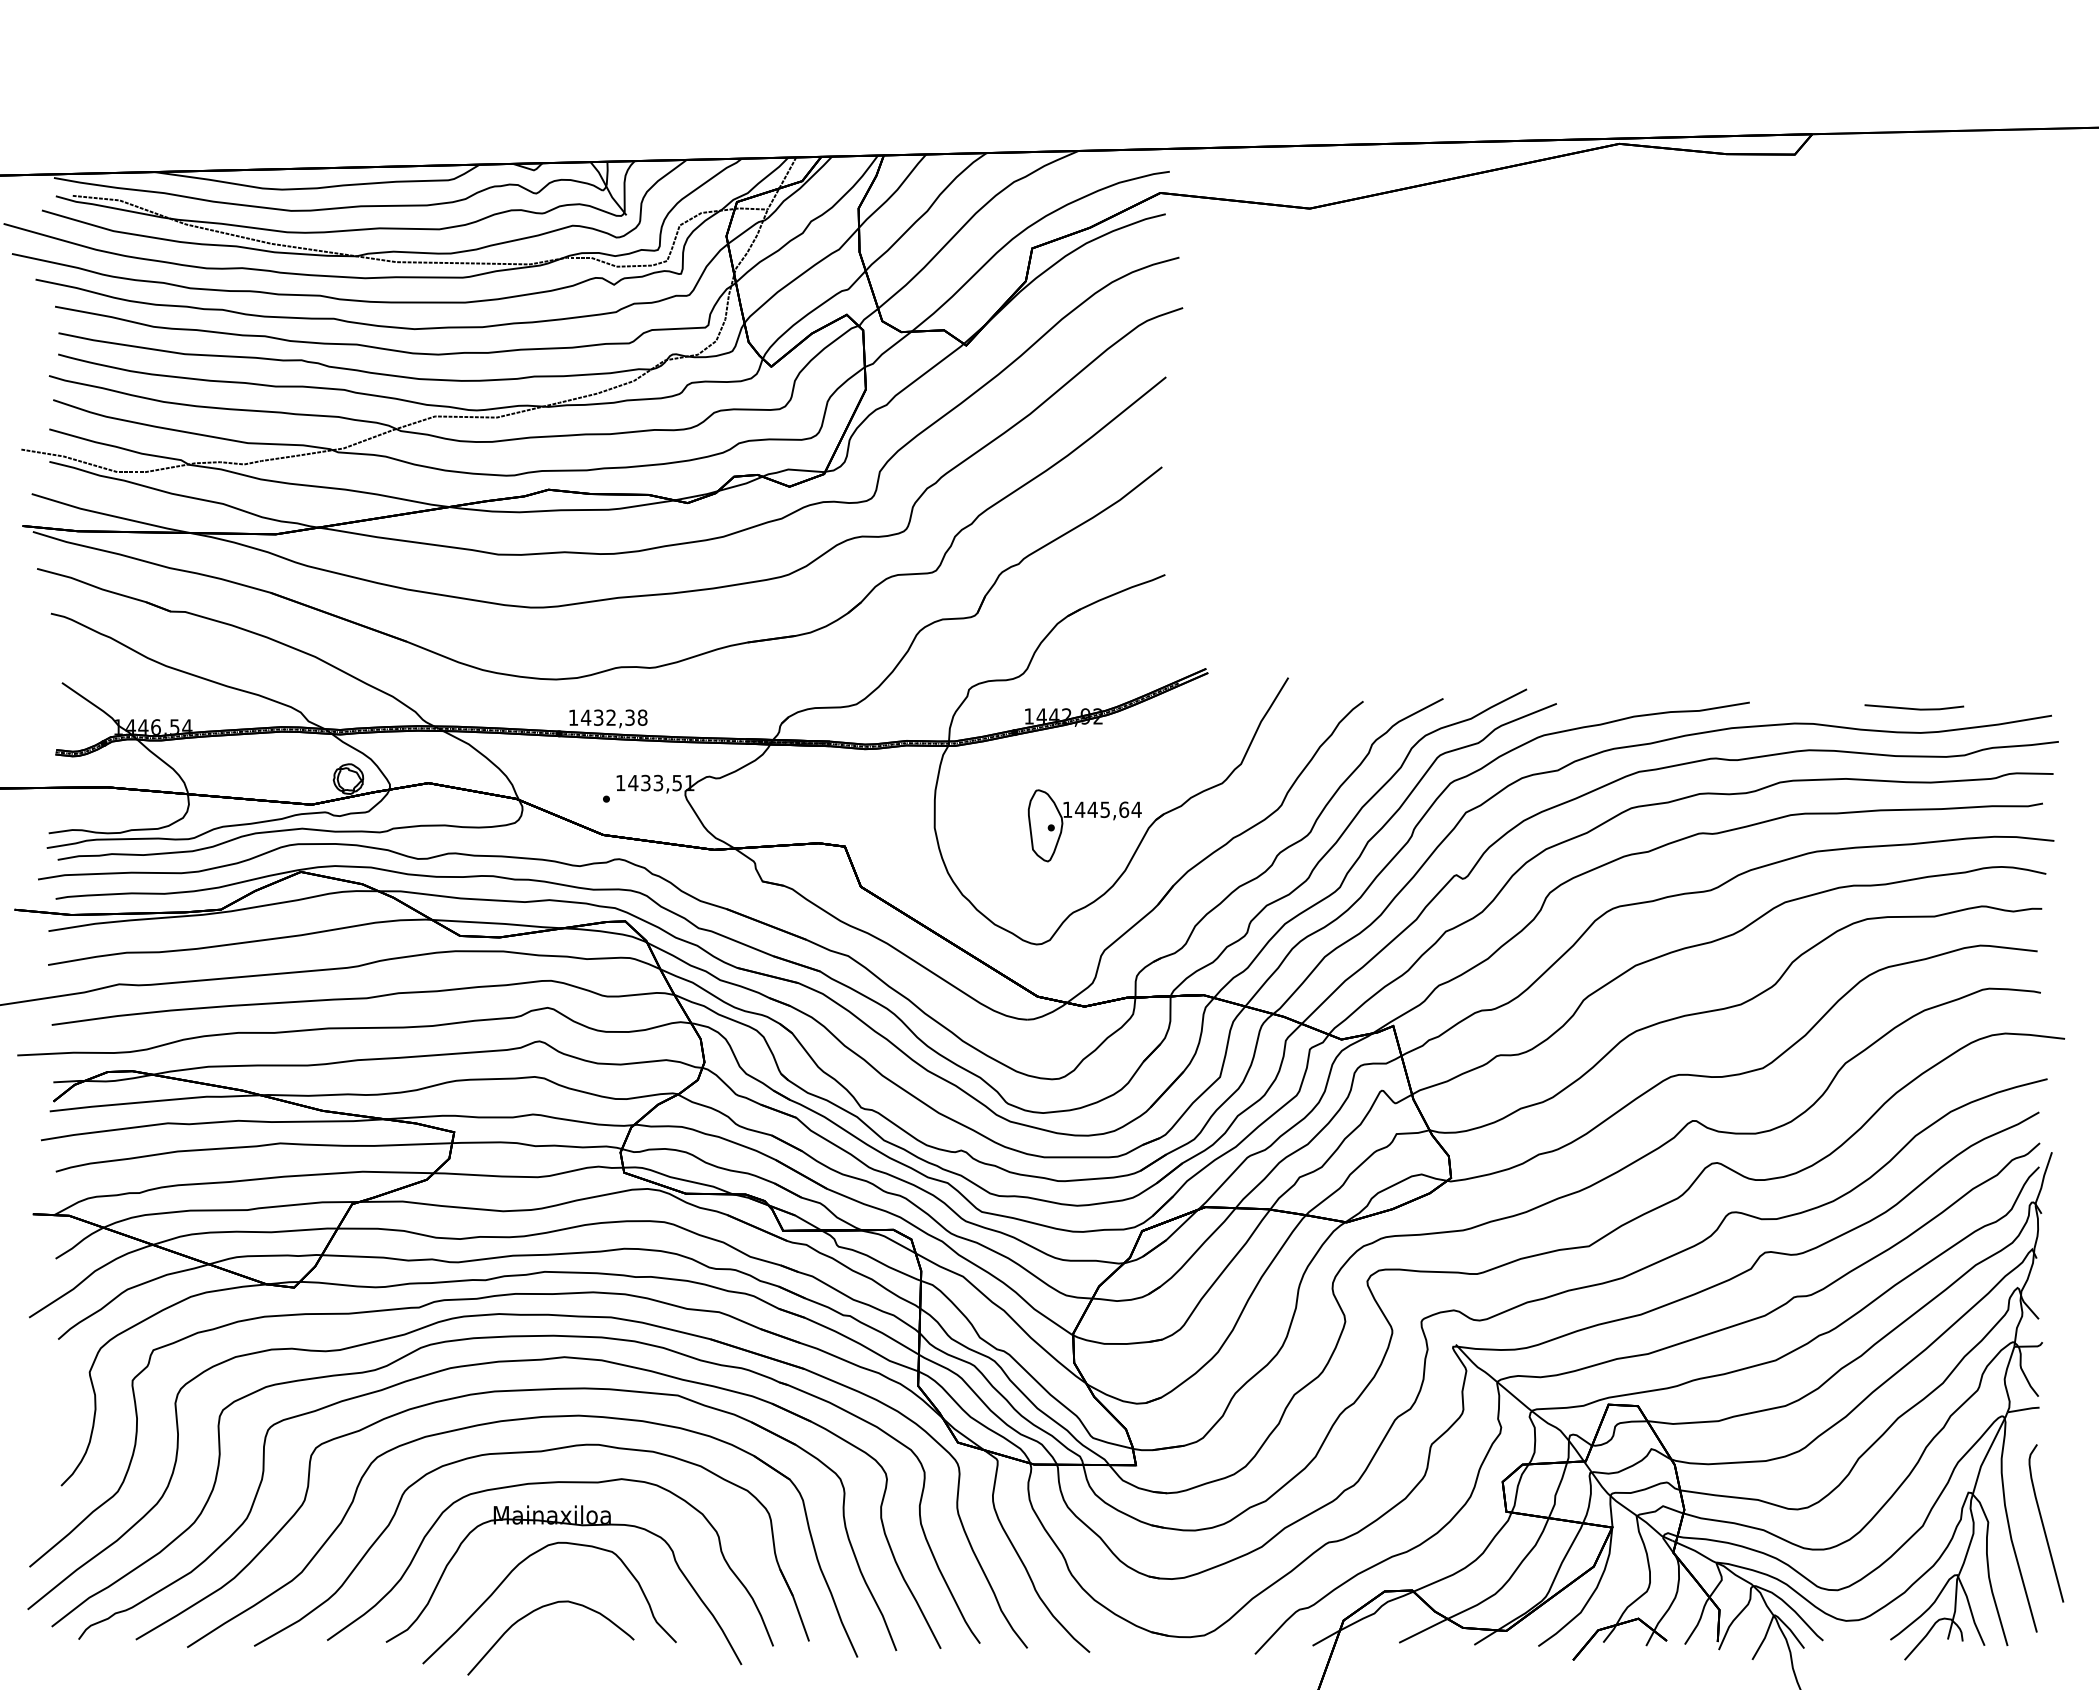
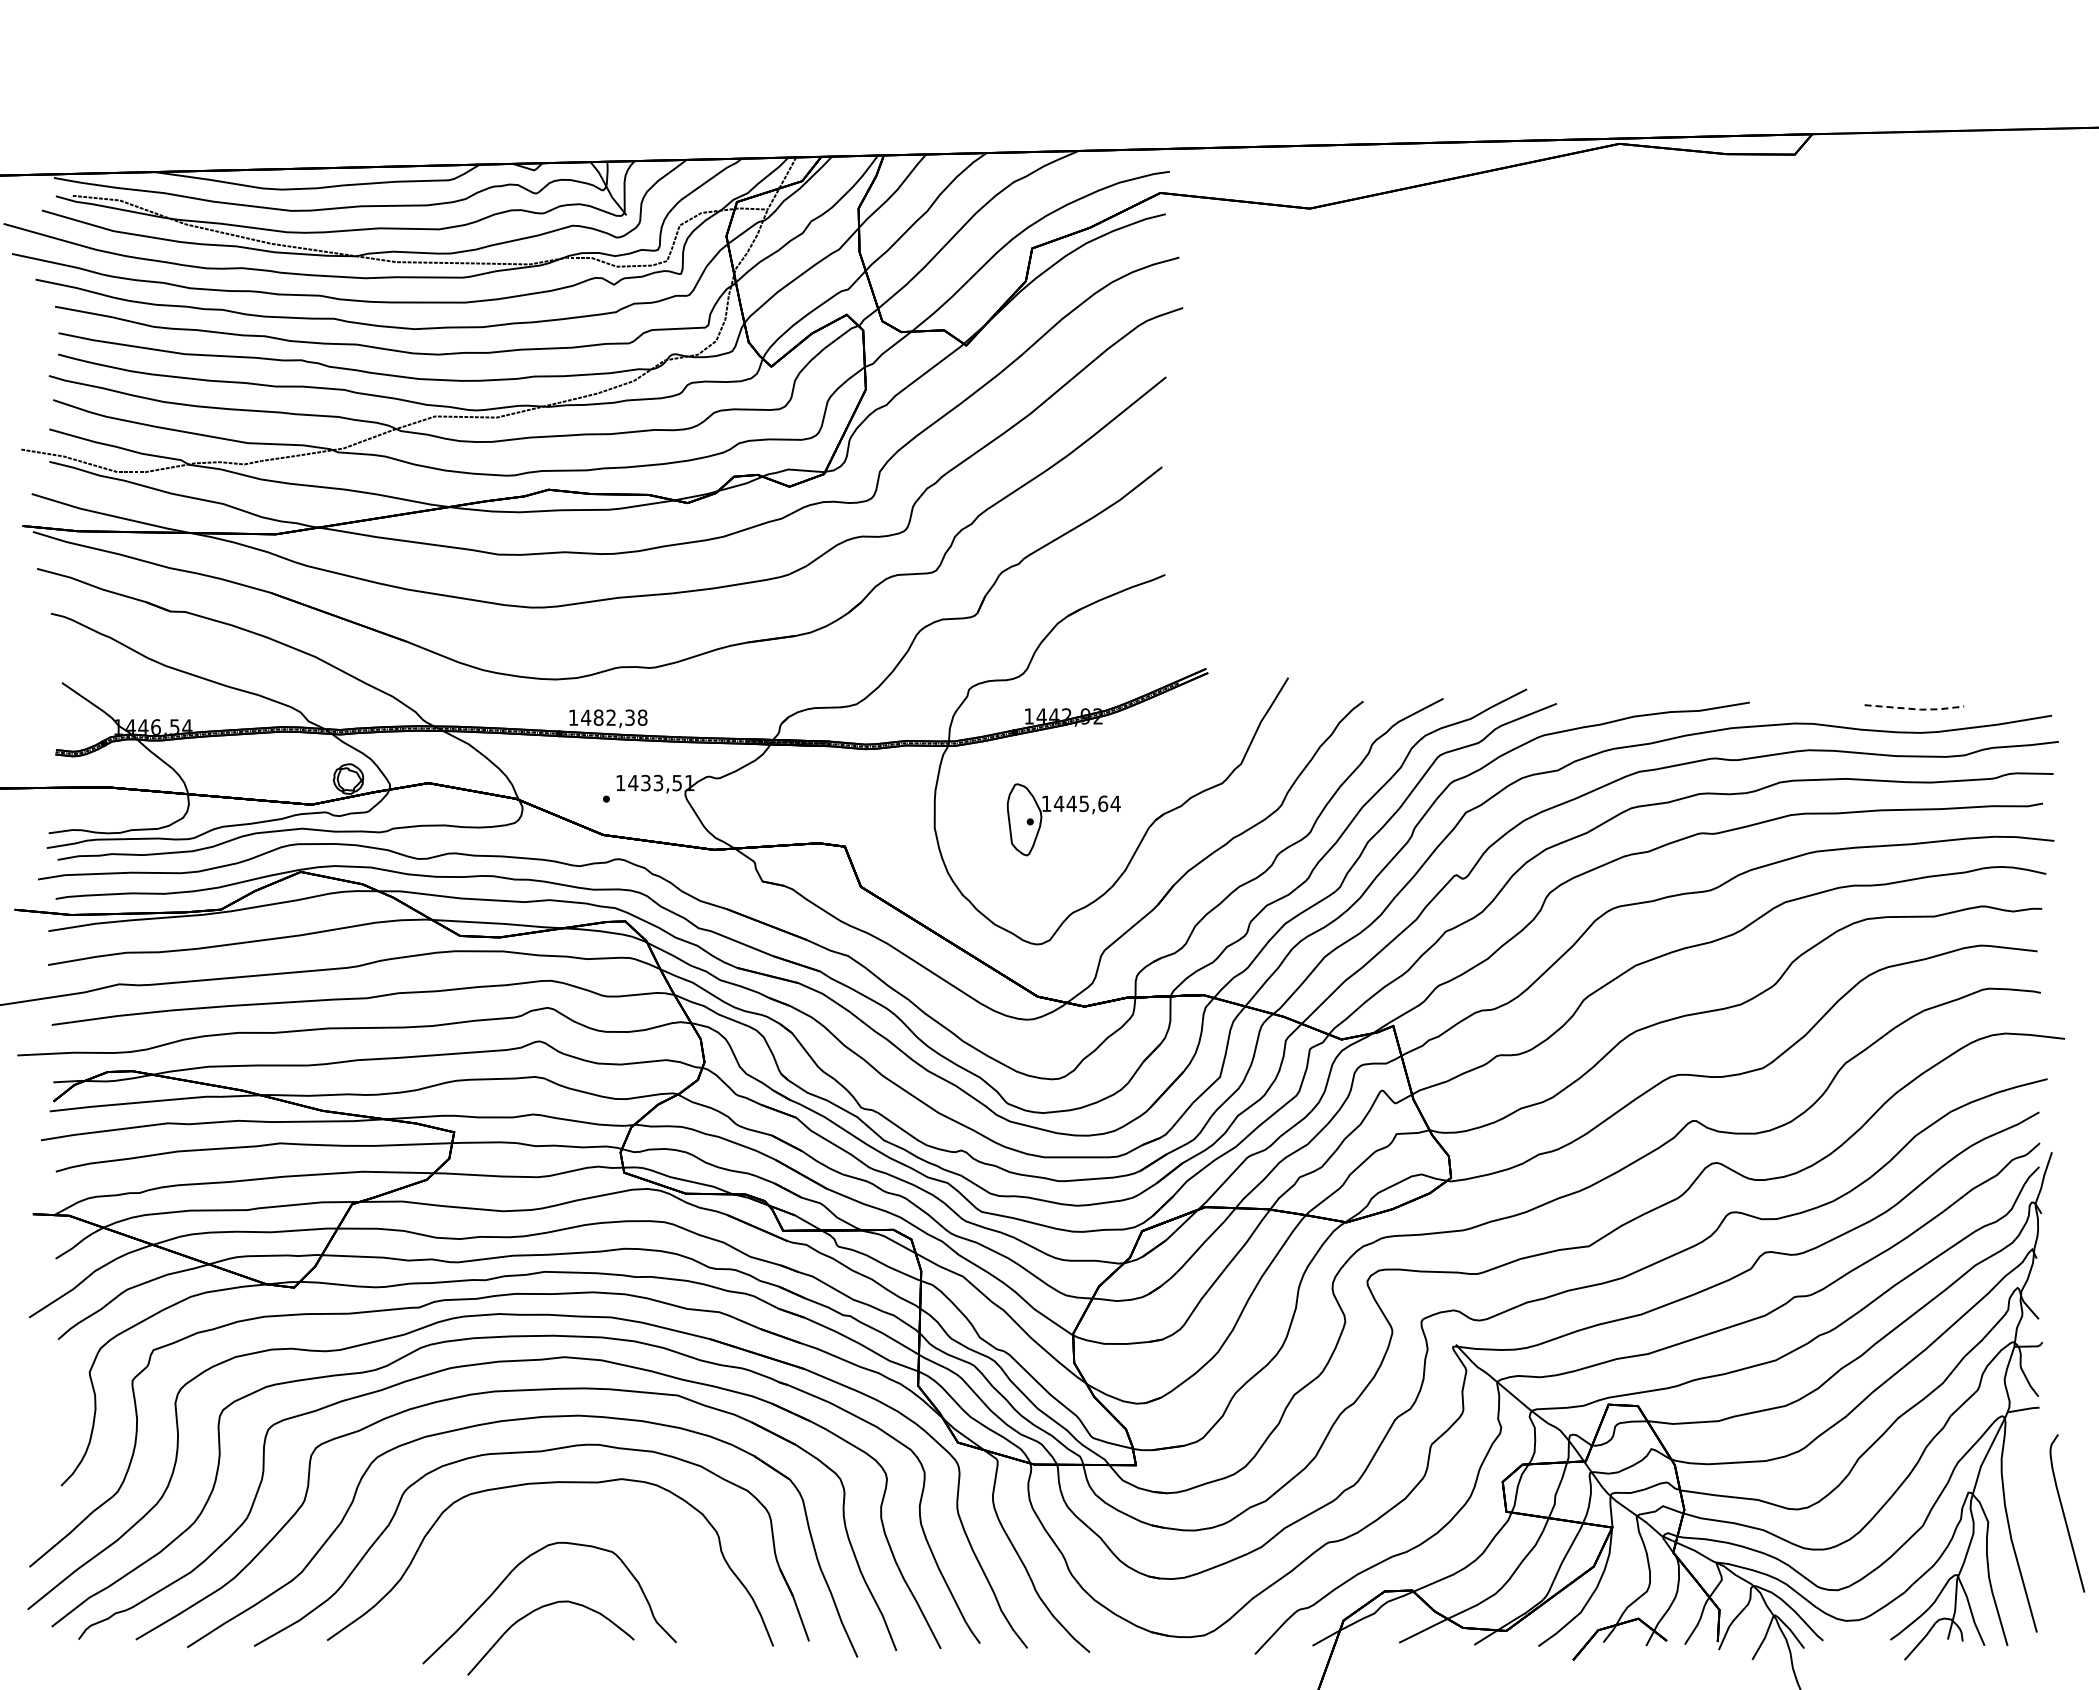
line at (1915, 709): solid -> dashed
text at (598, 717): 1432,38 -> 1482,38
part at (1083, 817) position: (1083, 817) -> (1062, 811)
part at (572, 1525): present -> none
curve at (2044, 1525) position: (2044, 1525) -> (2065, 1515)
